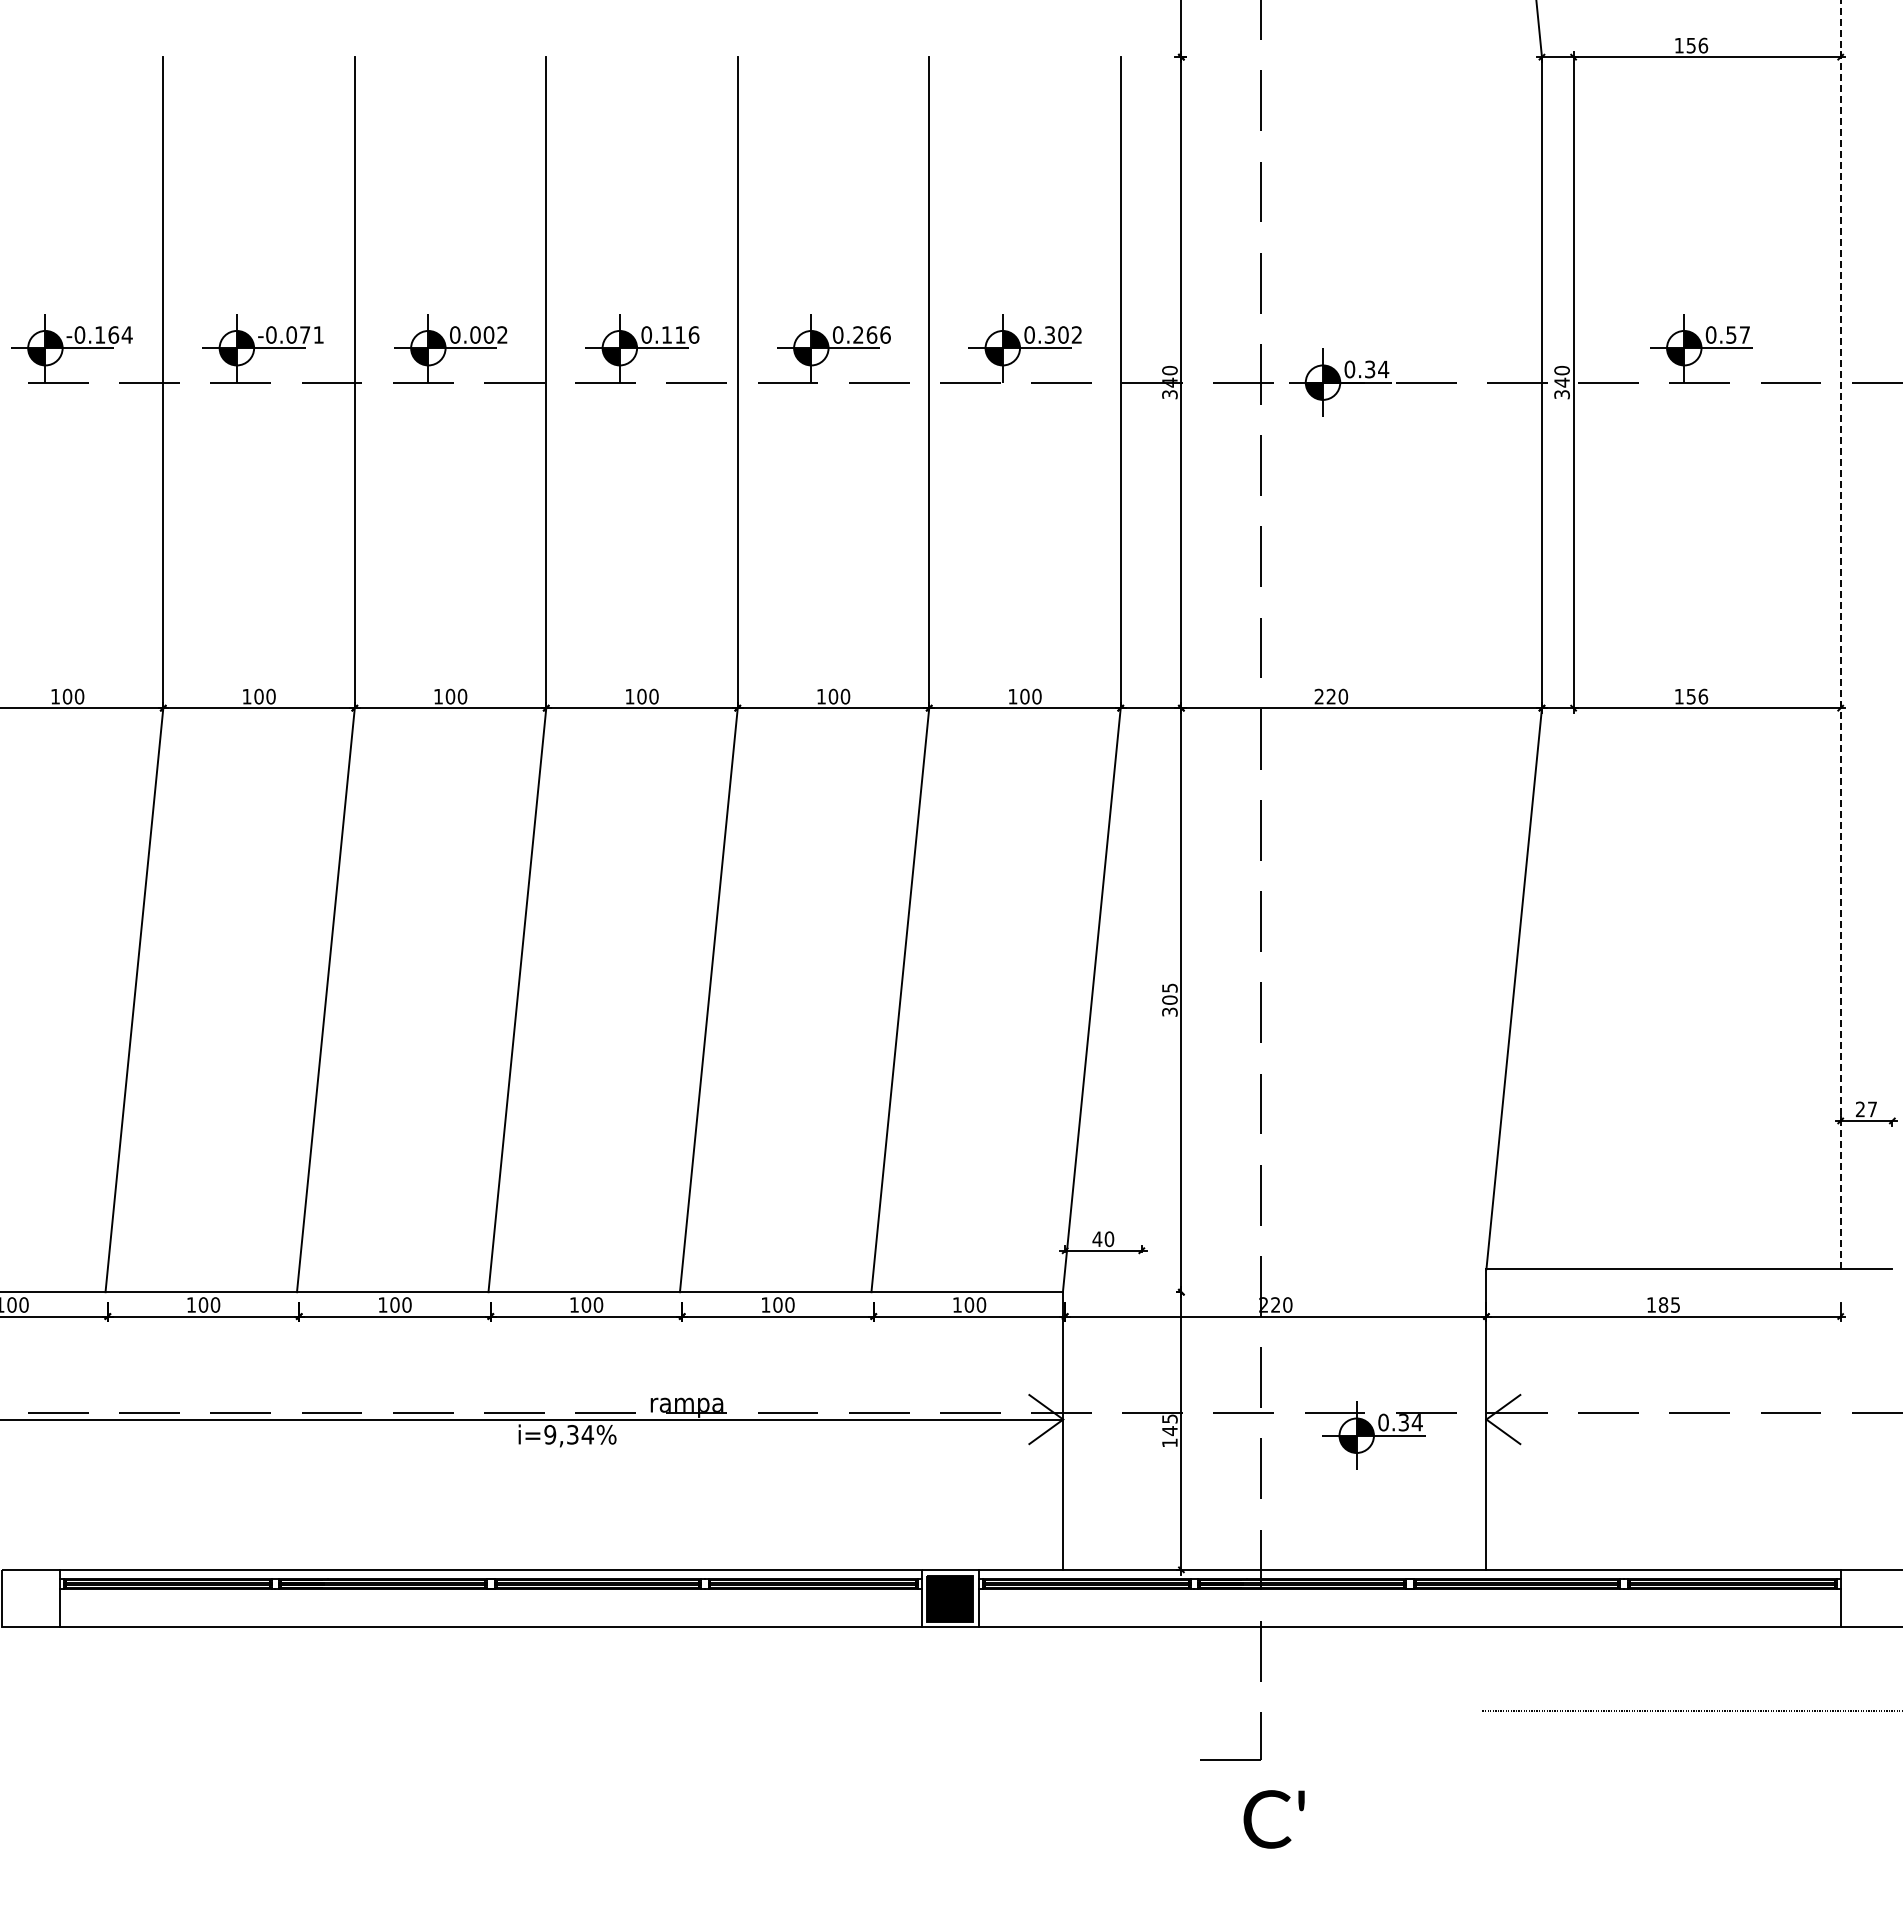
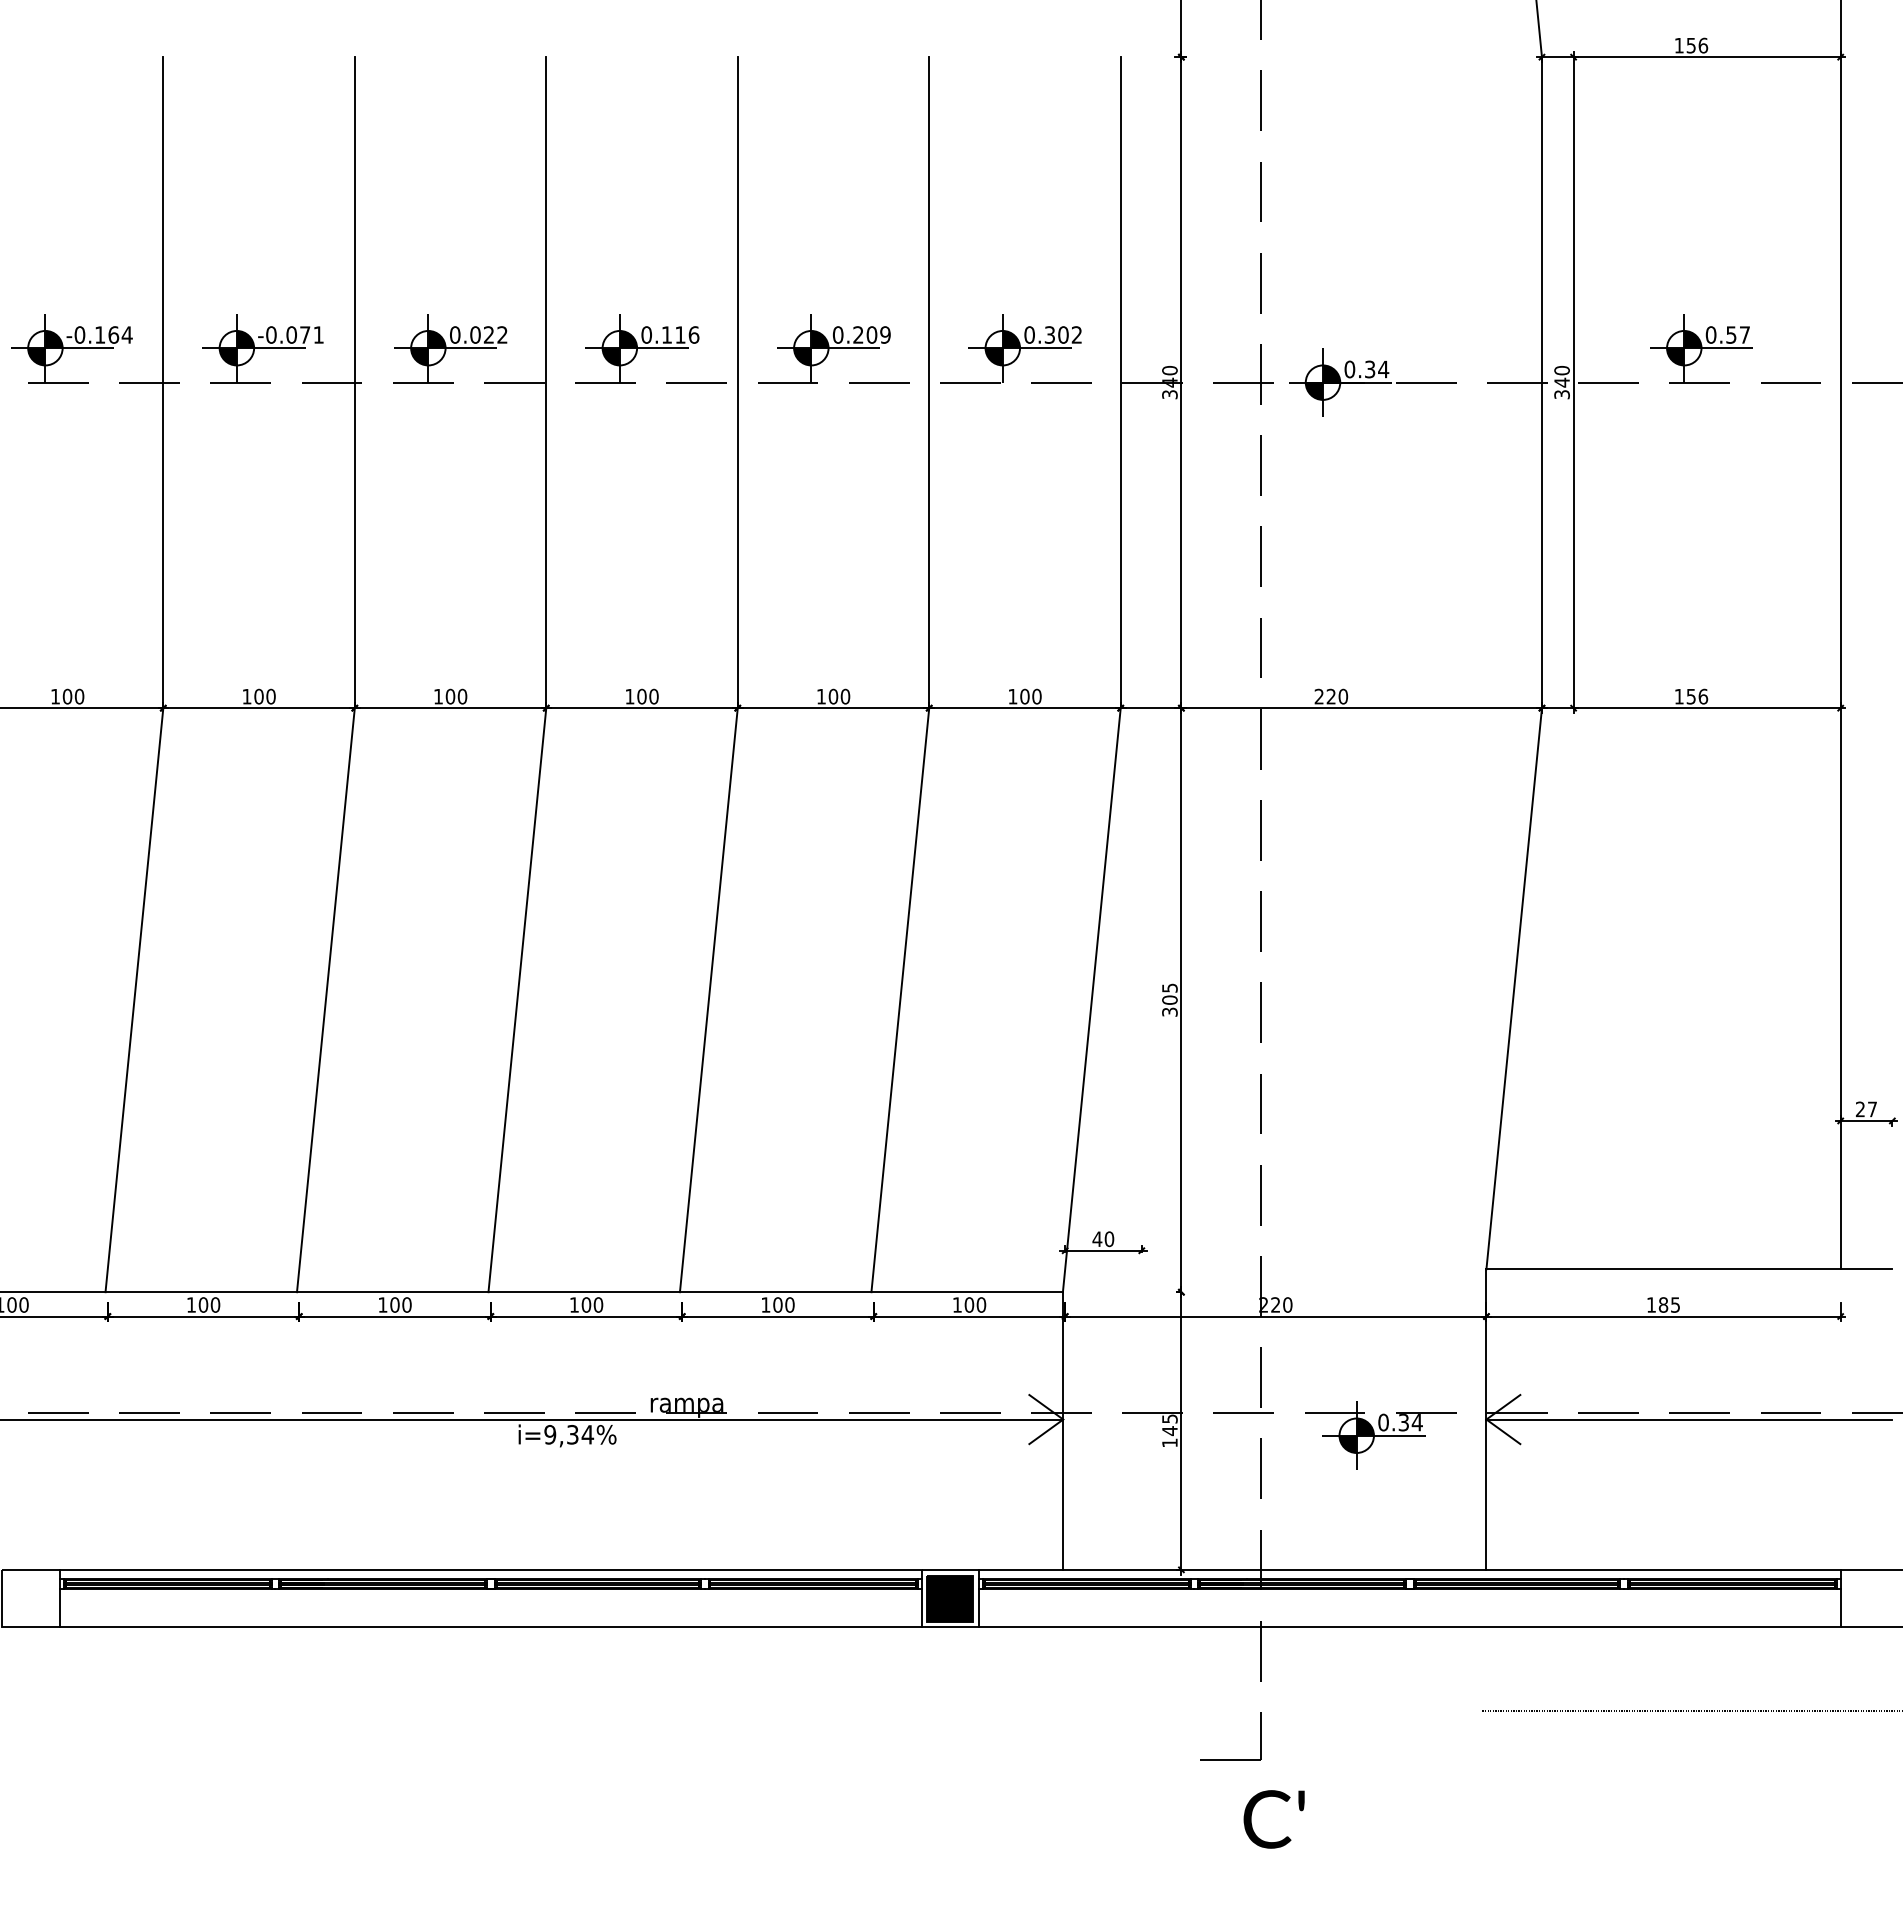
text at (488, 334): 0.002 -> 0.022
text at (878, 334): 0.266 -> 0.209
line at (1840, 634): dashed -> solid
line at (1689, 1419): none -> present
